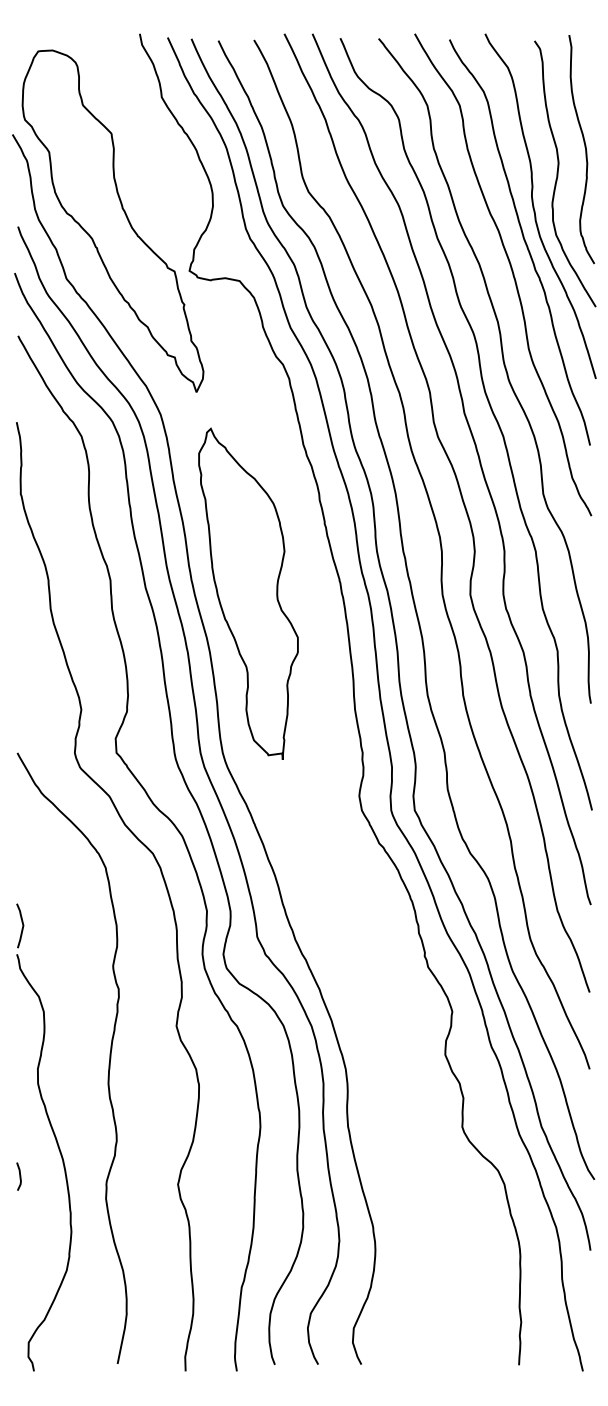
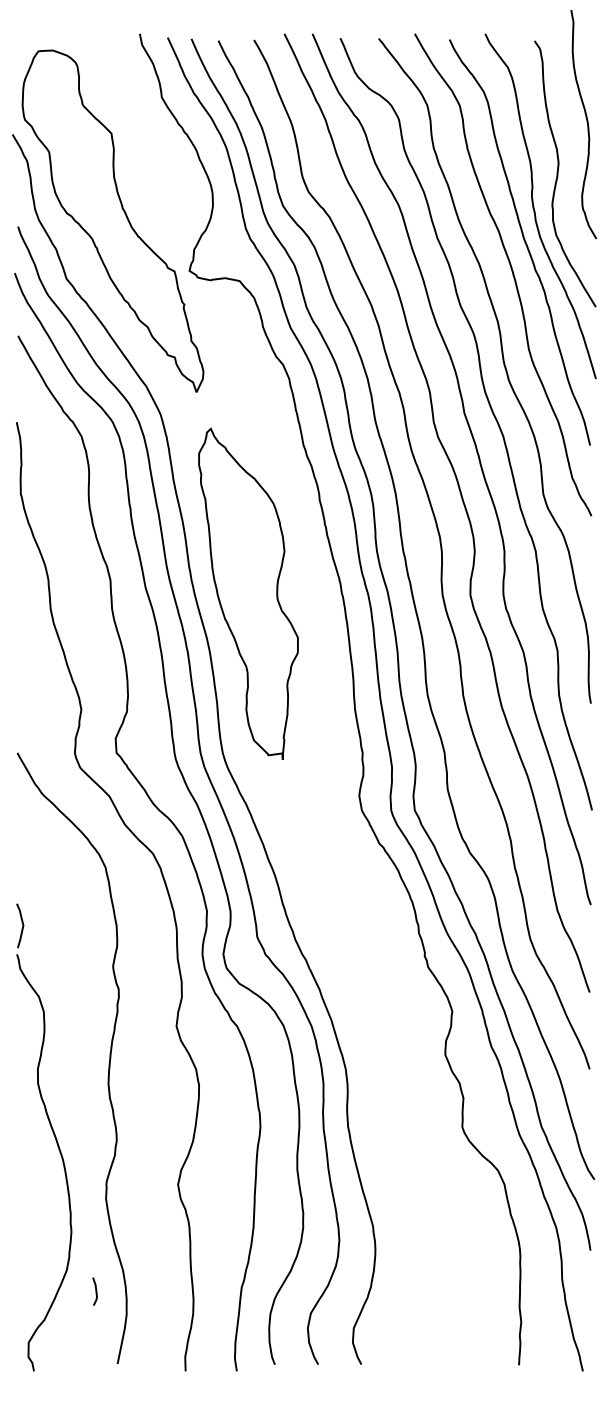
curve at (584, 147) position: (584, 147) -> (586, 122)
line at (19, 1176) position: (19, 1176) -> (95, 1291)
